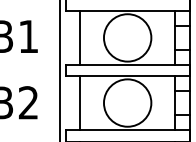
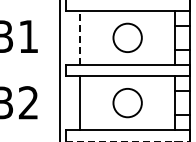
line at (80, 37): solid -> dashed
circle at (127, 37) diameter: 47 px -> 28 px
circle at (127, 102) diameter: 47 px -> 28 px
line at (128, 141): solid -> dashed
